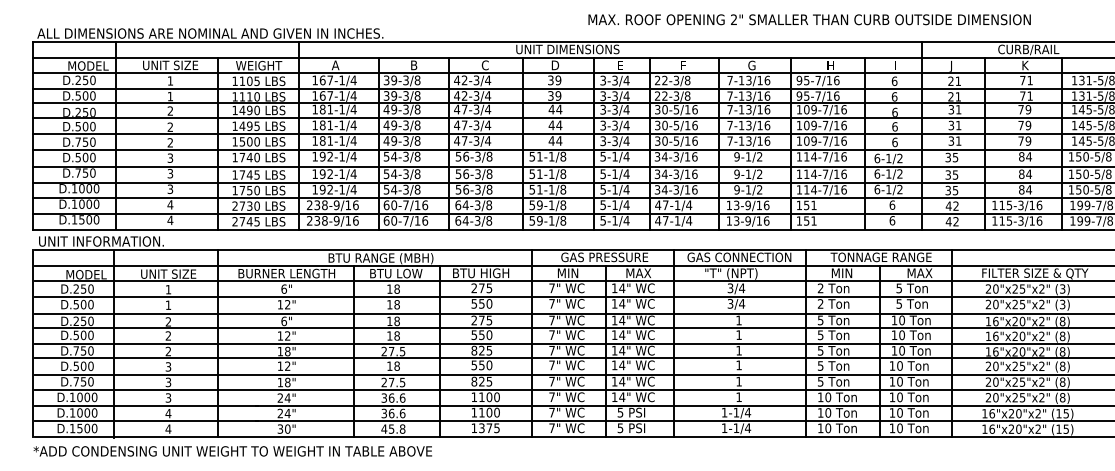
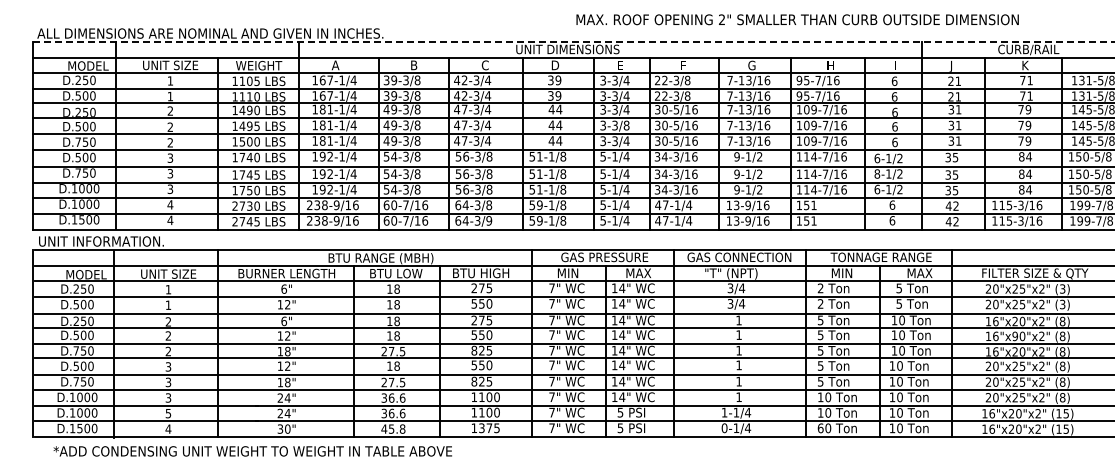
text at (809, 19) position: (809, 19) -> (797, 19)
line at (574, 42): solid -> dashed
text at (626, 125): 3-3/4 -> 3-3/8
text at (877, 173): 6-1/2 -> 8-1/2
text at (489, 220): 64-3/8 -> 64-3/9
text at (1015, 336): 16"x20"x2" -> 16"x90"x2"
text at (168, 413): 4 -> 5
text at (724, 428): 1-1/4 -> 0-1/4
text at (820, 428): 10 -> 60
text at (232, 451) position: (232, 451) -> (252, 451)
